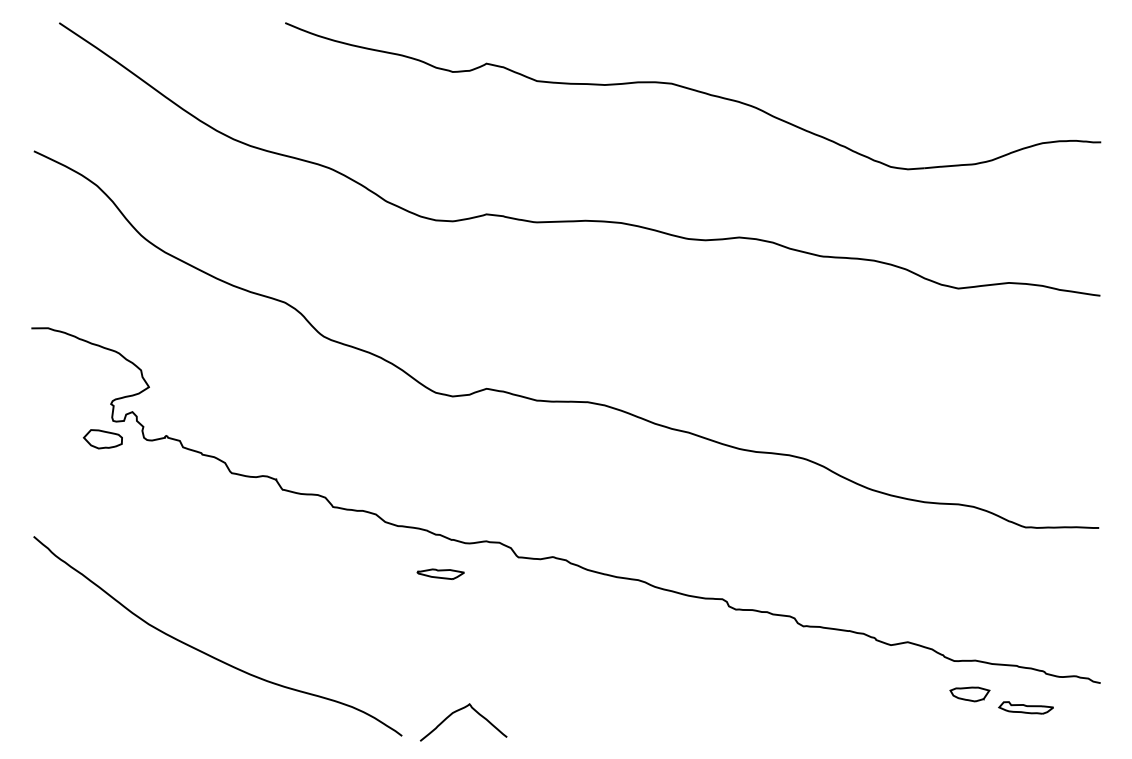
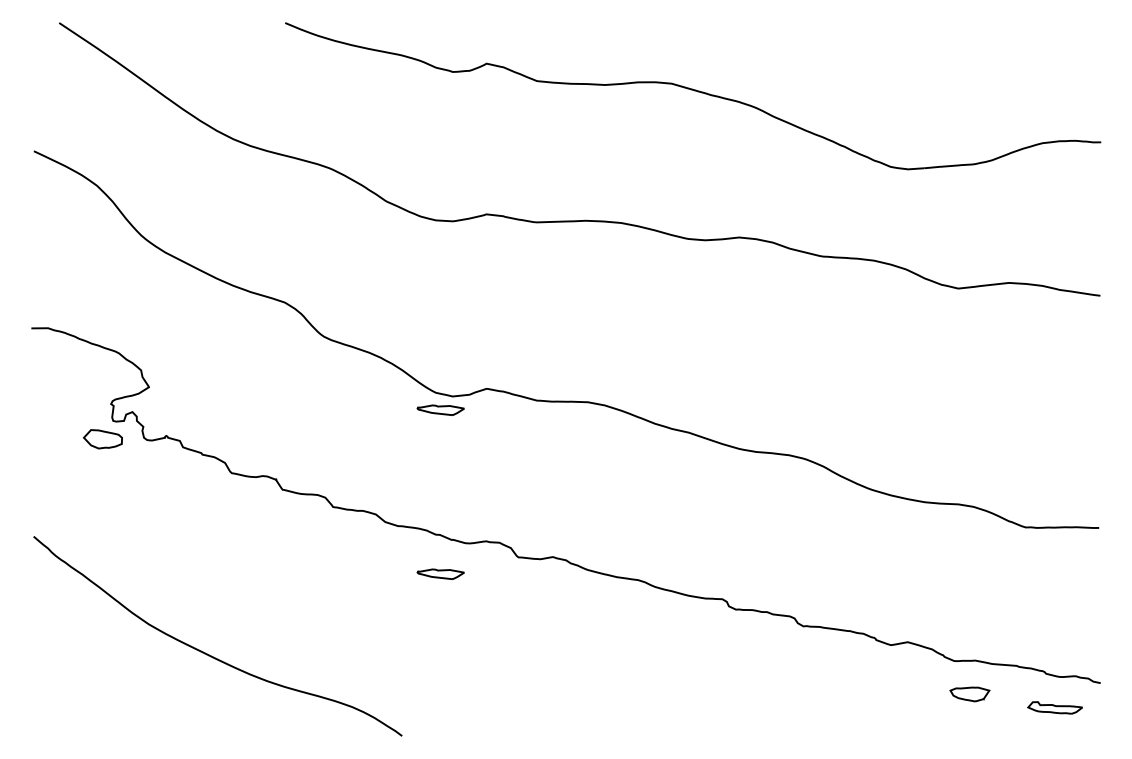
part at (440, 409): none -> present
part at (1025, 707) position: (1025, 707) -> (1054, 707)
curve at (458, 711): present -> none
